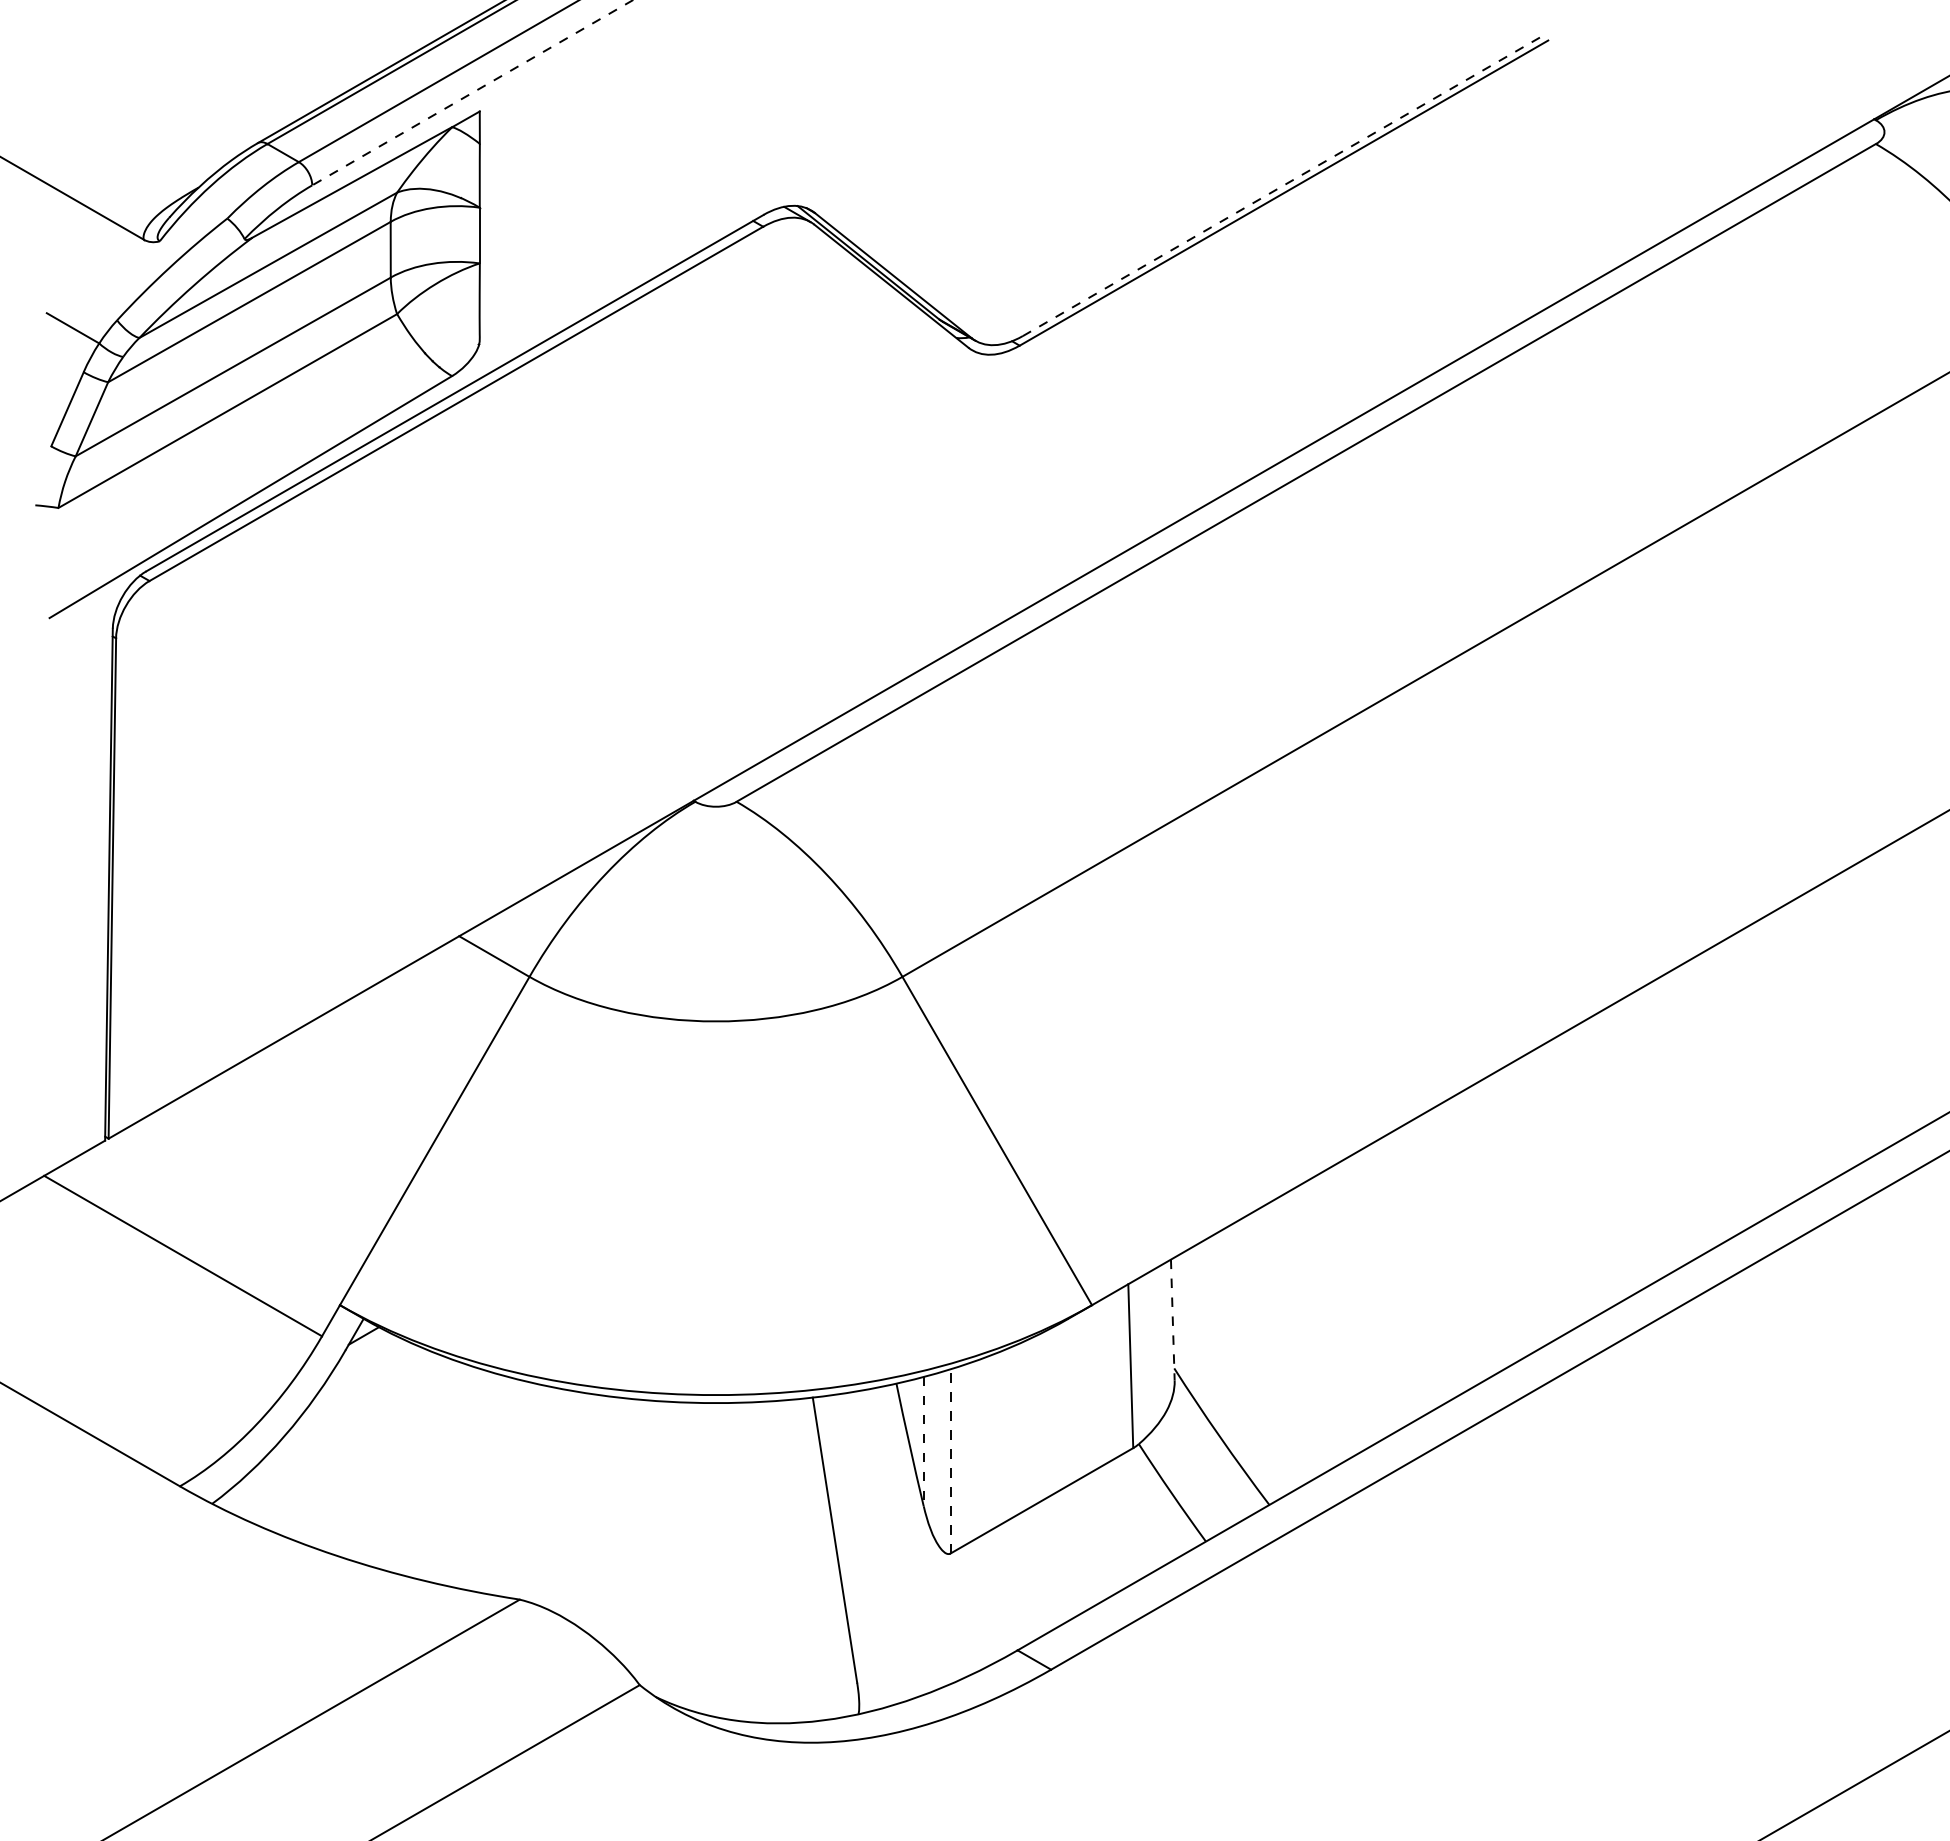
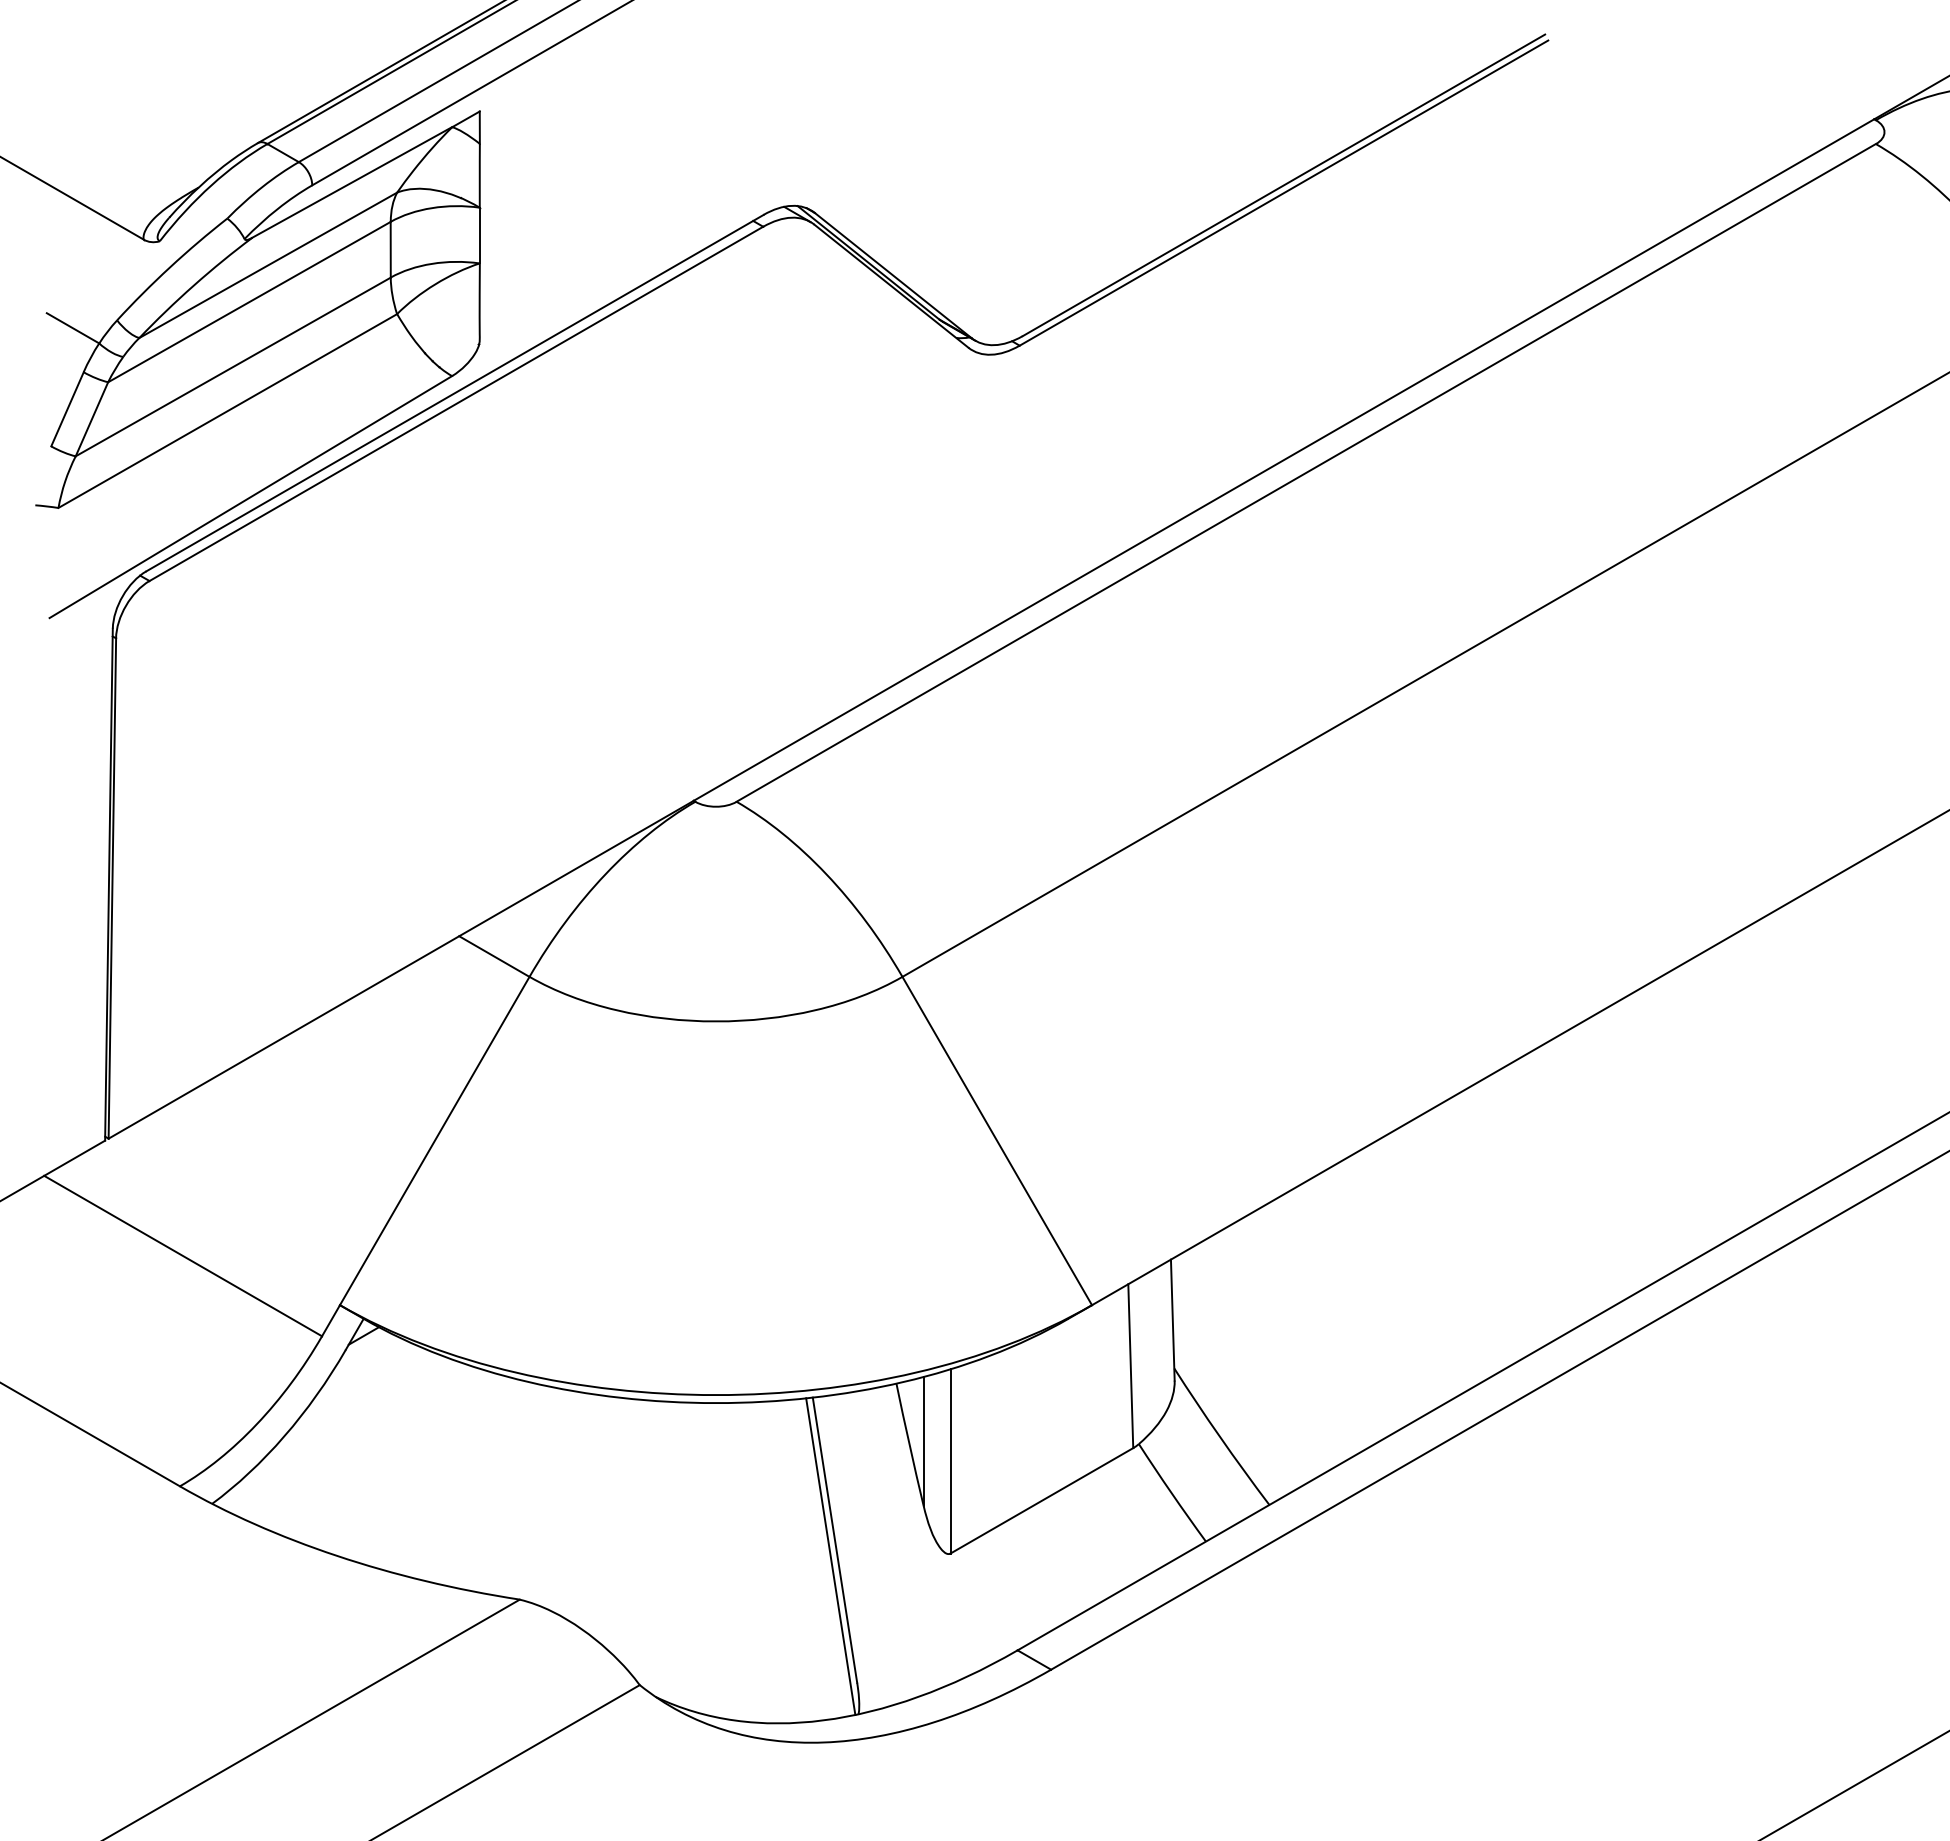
line at (472, 92): dashed -> solid
line at (1283, 185): dashed -> solid
line at (1172, 1320): dashed -> solid
line at (923, 1441): dashed -> solid
line at (950, 1460): dashed -> solid
line at (830, 1556): none -> present
